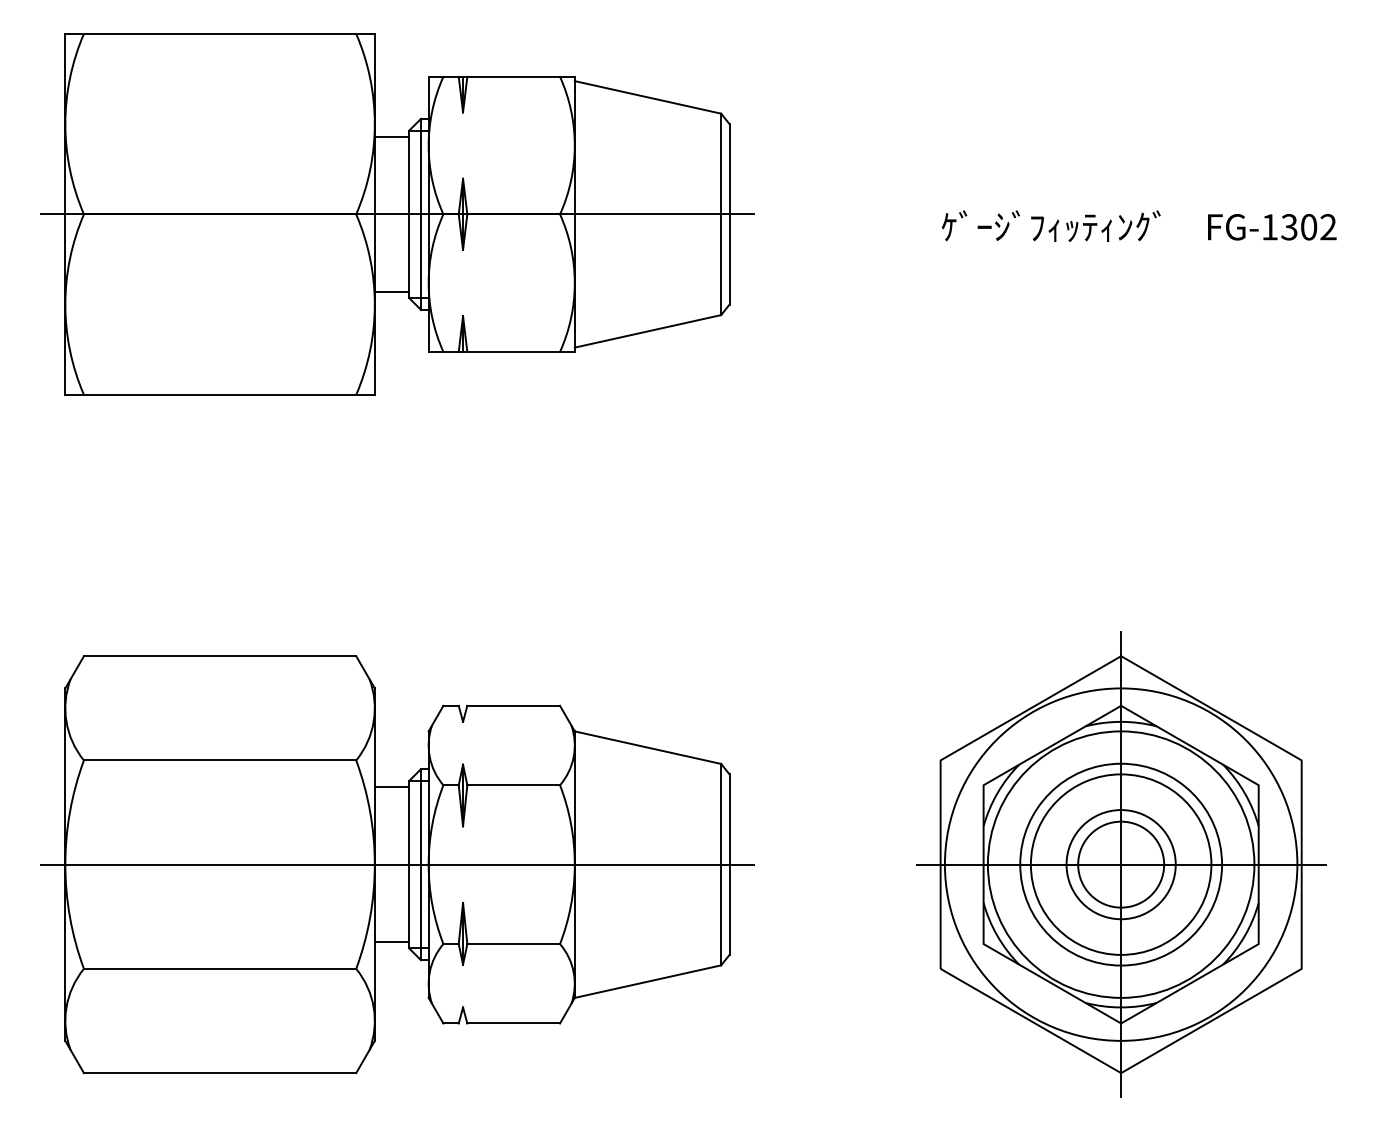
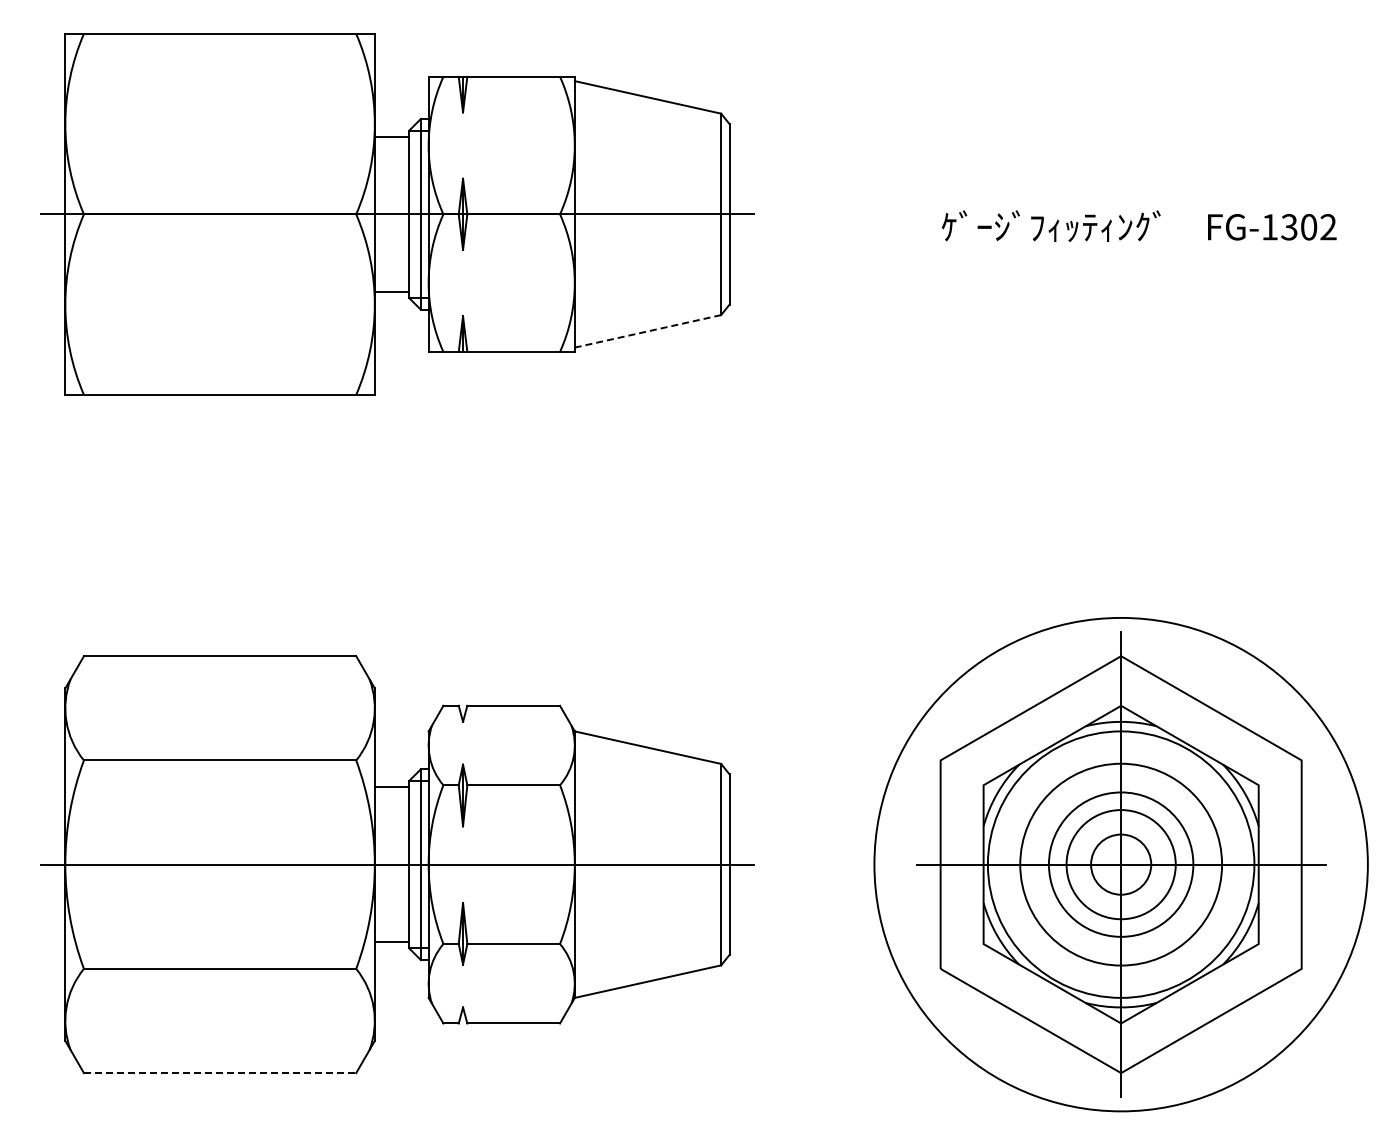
line at (647, 331): solid -> dashed
circle at (1120, 864) diameter: 181 px -> 144 px
circle at (1120, 864) diameter: 352 px -> 493 px
circle at (1121, 864) diameter: 86 px -> 60 px
line at (220, 1073): solid -> dashed
